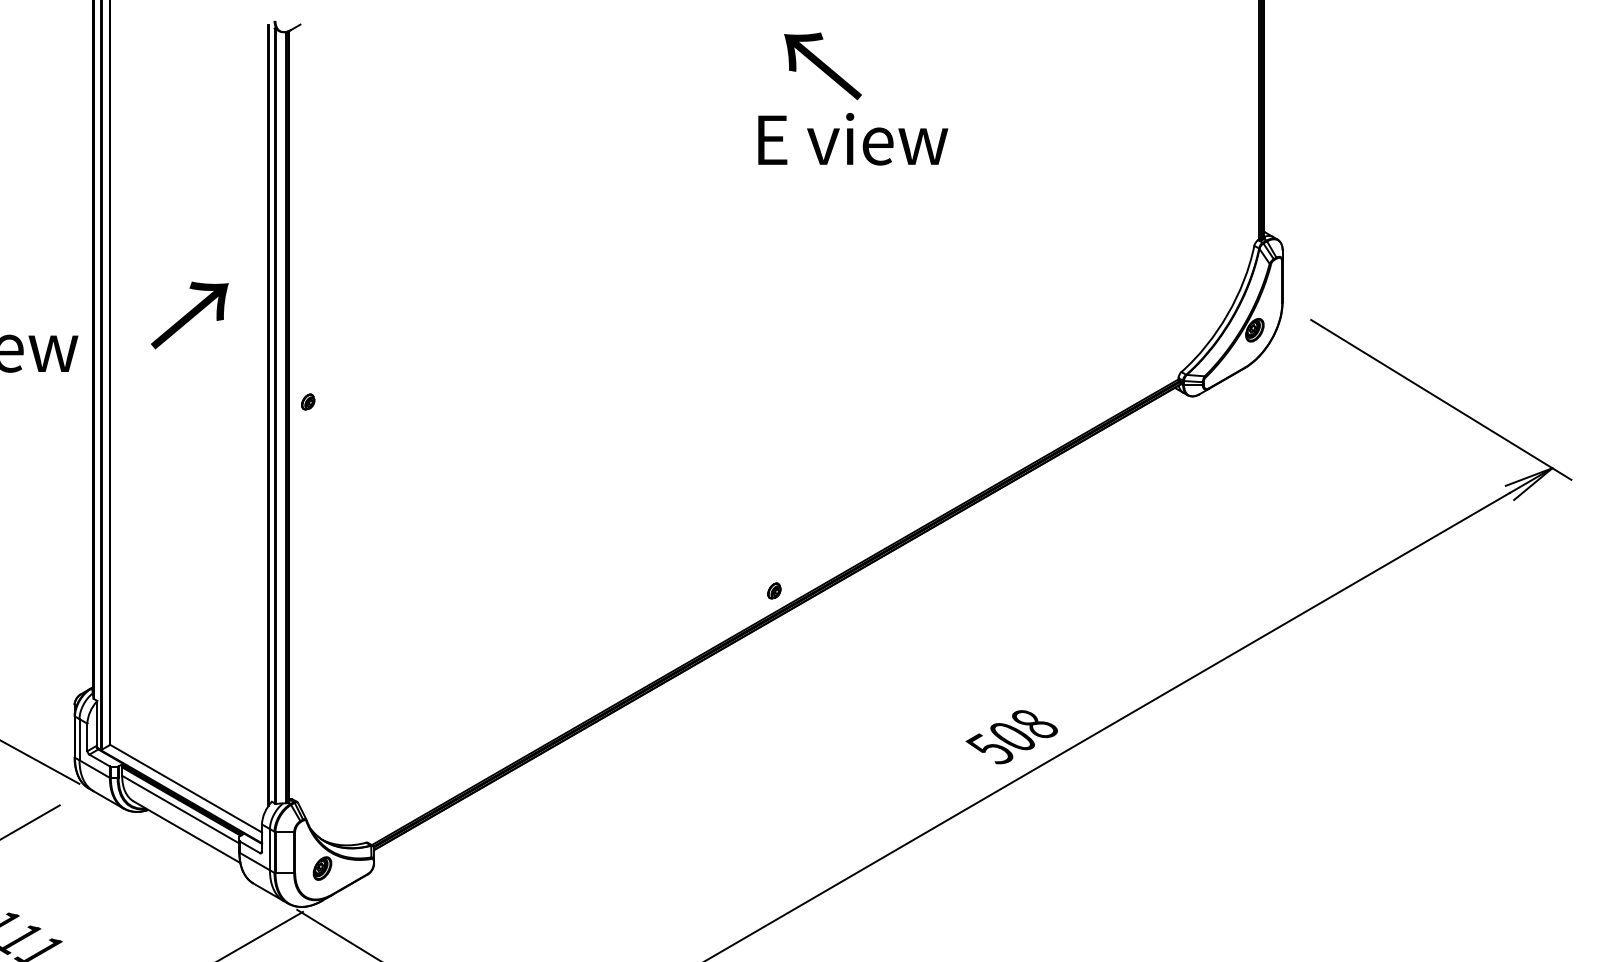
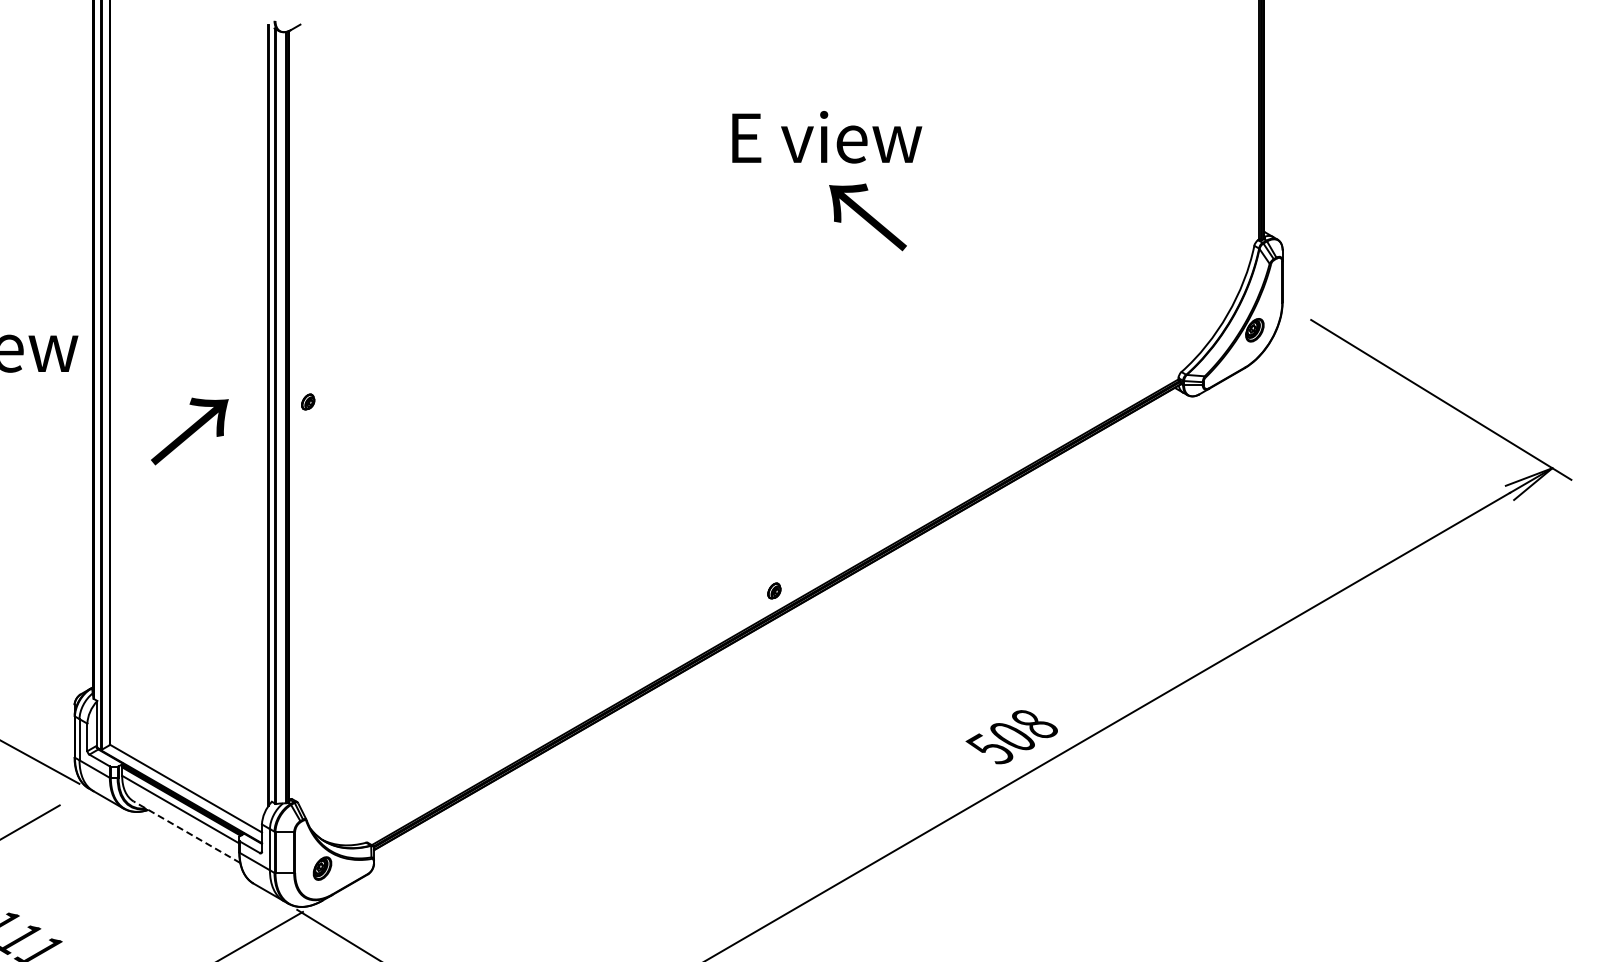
text at (822, 66) position: (822, 66) -> (867, 217)
text at (853, 139) position: (853, 139) -> (827, 137)
text at (189, 315) position: (189, 315) -> (189, 431)
line at (186, 831): solid -> dashed
